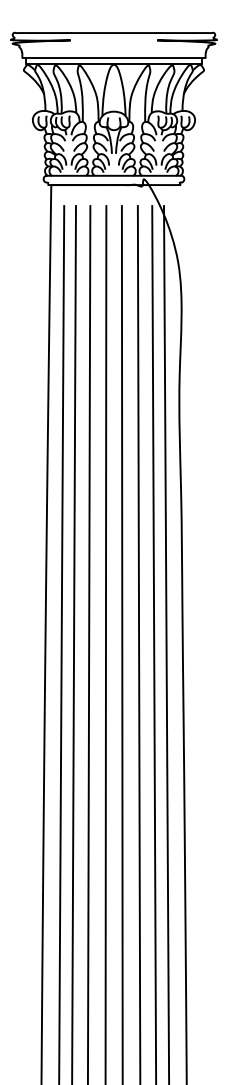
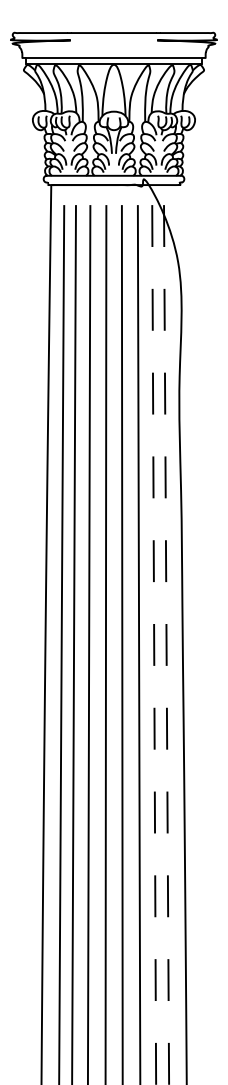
line at (154, 645): solid -> dashed
line at (166, 645): solid -> dashed
